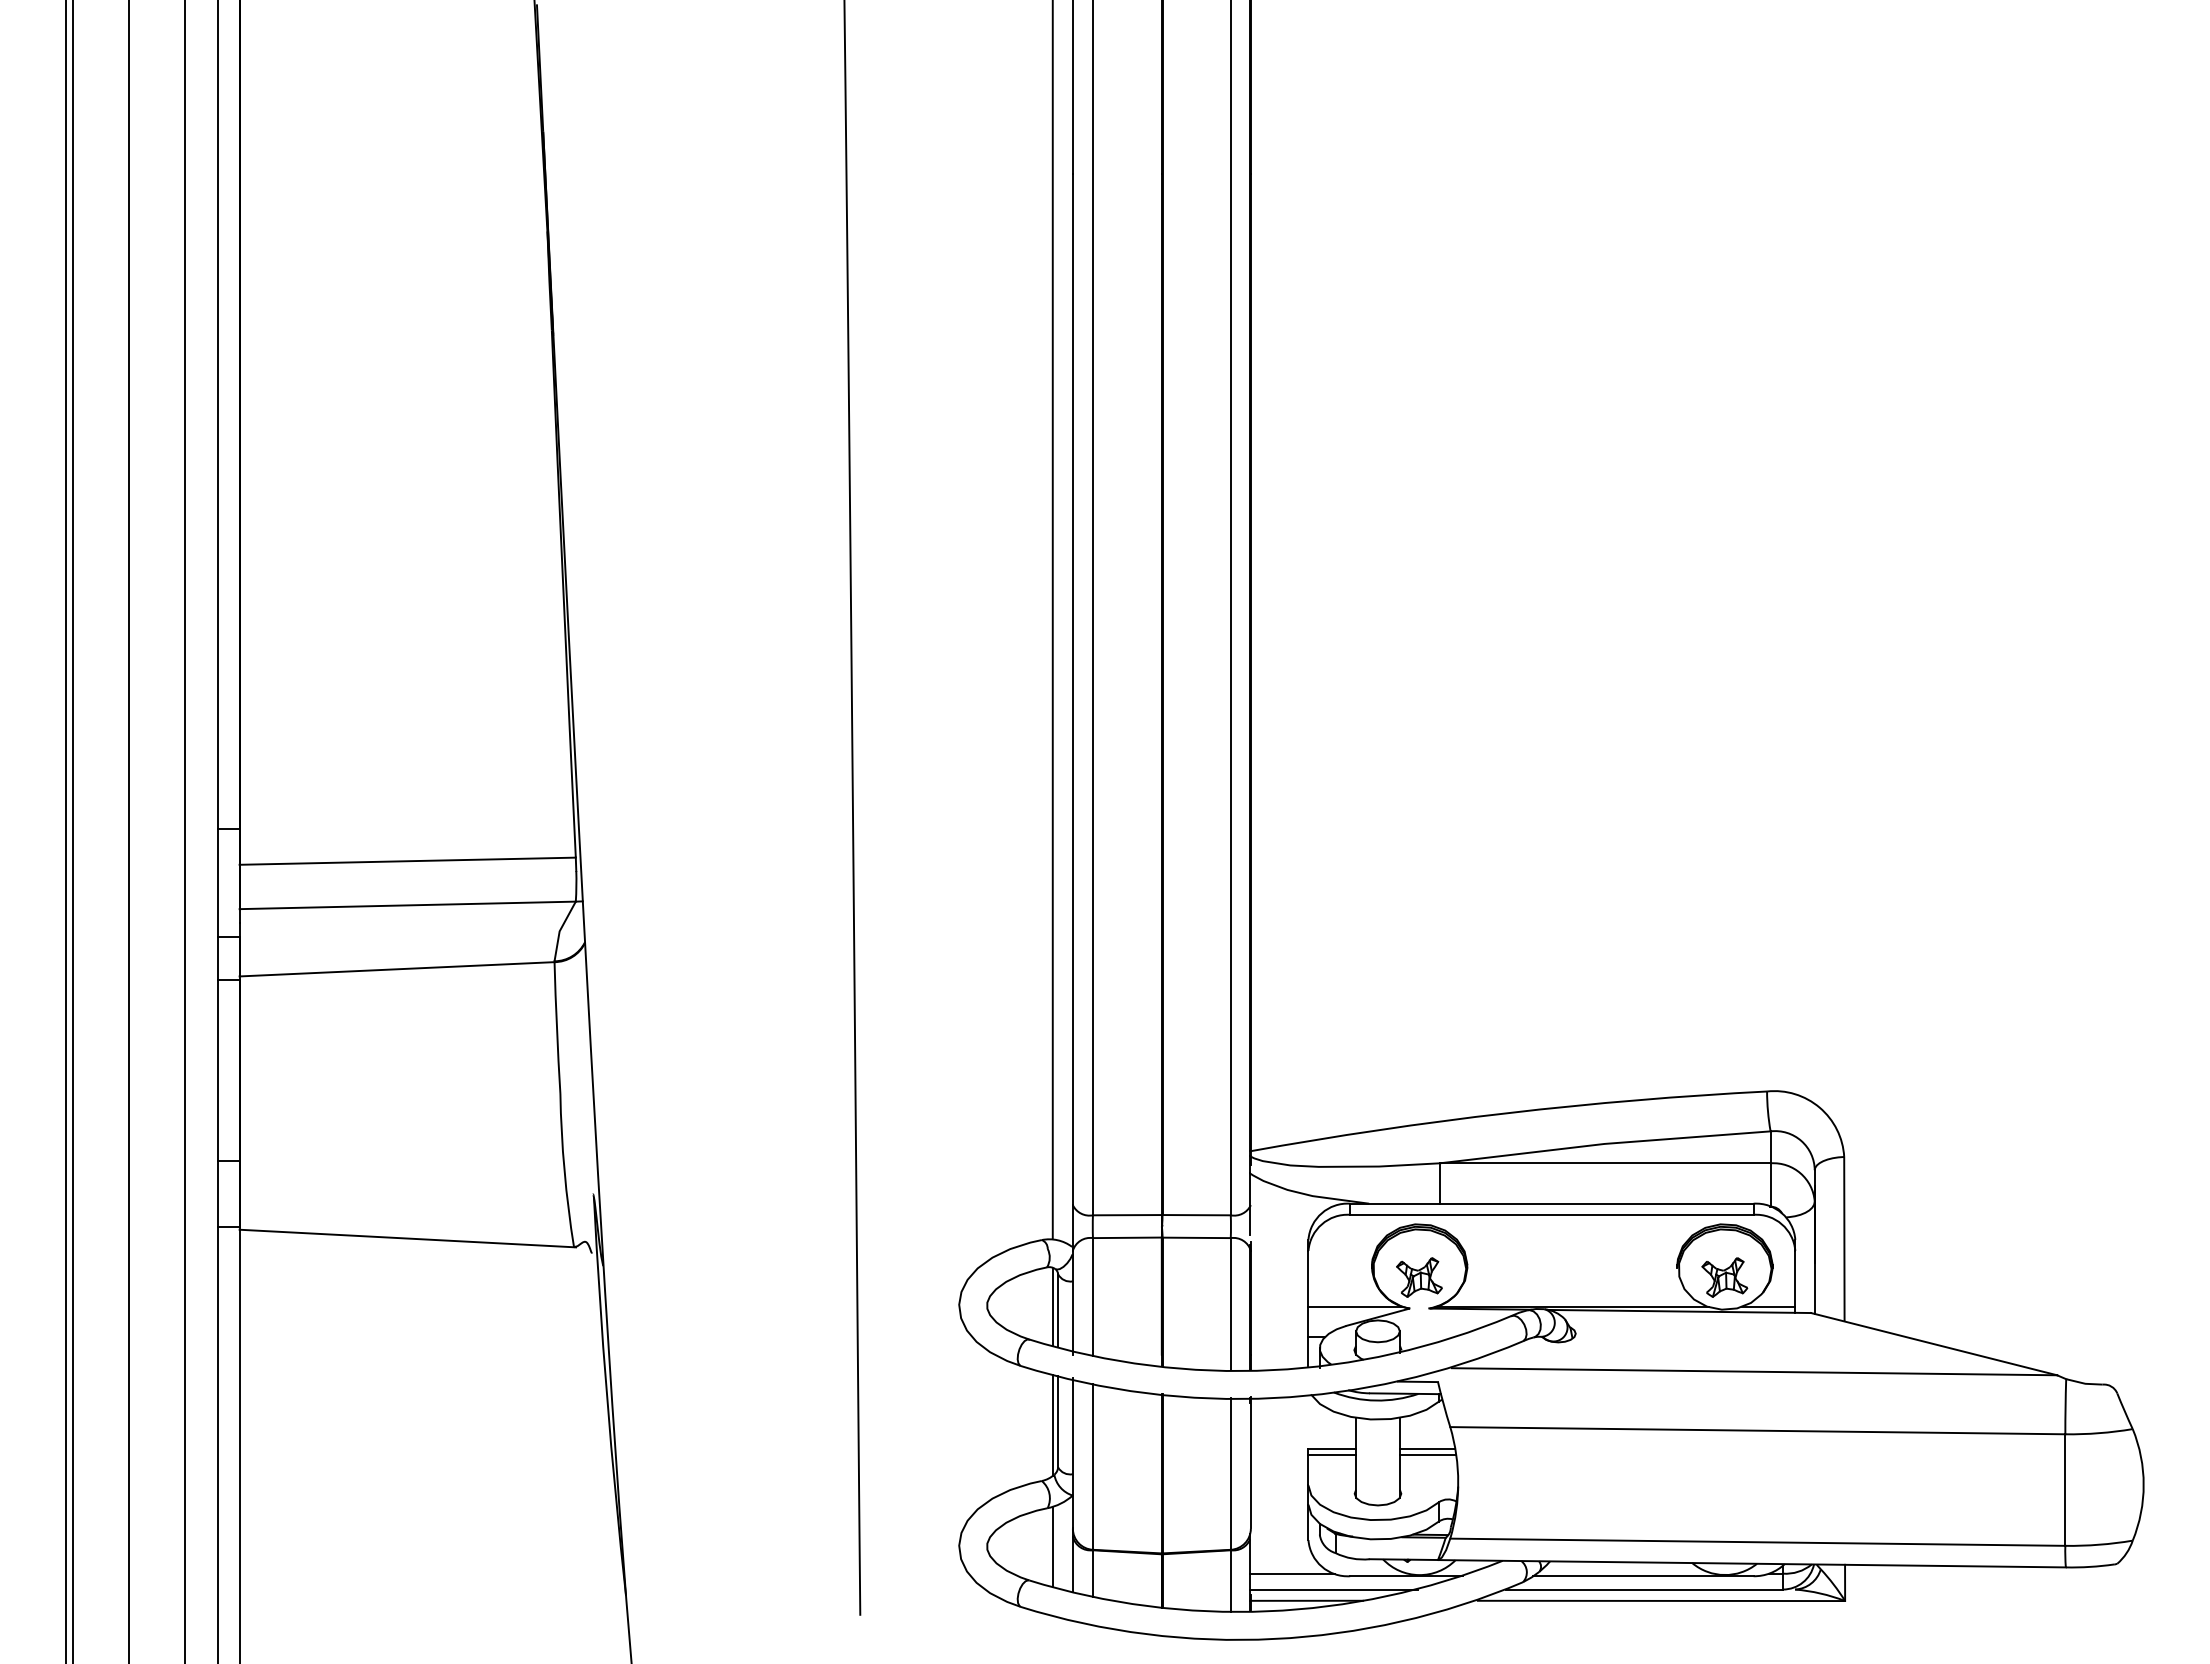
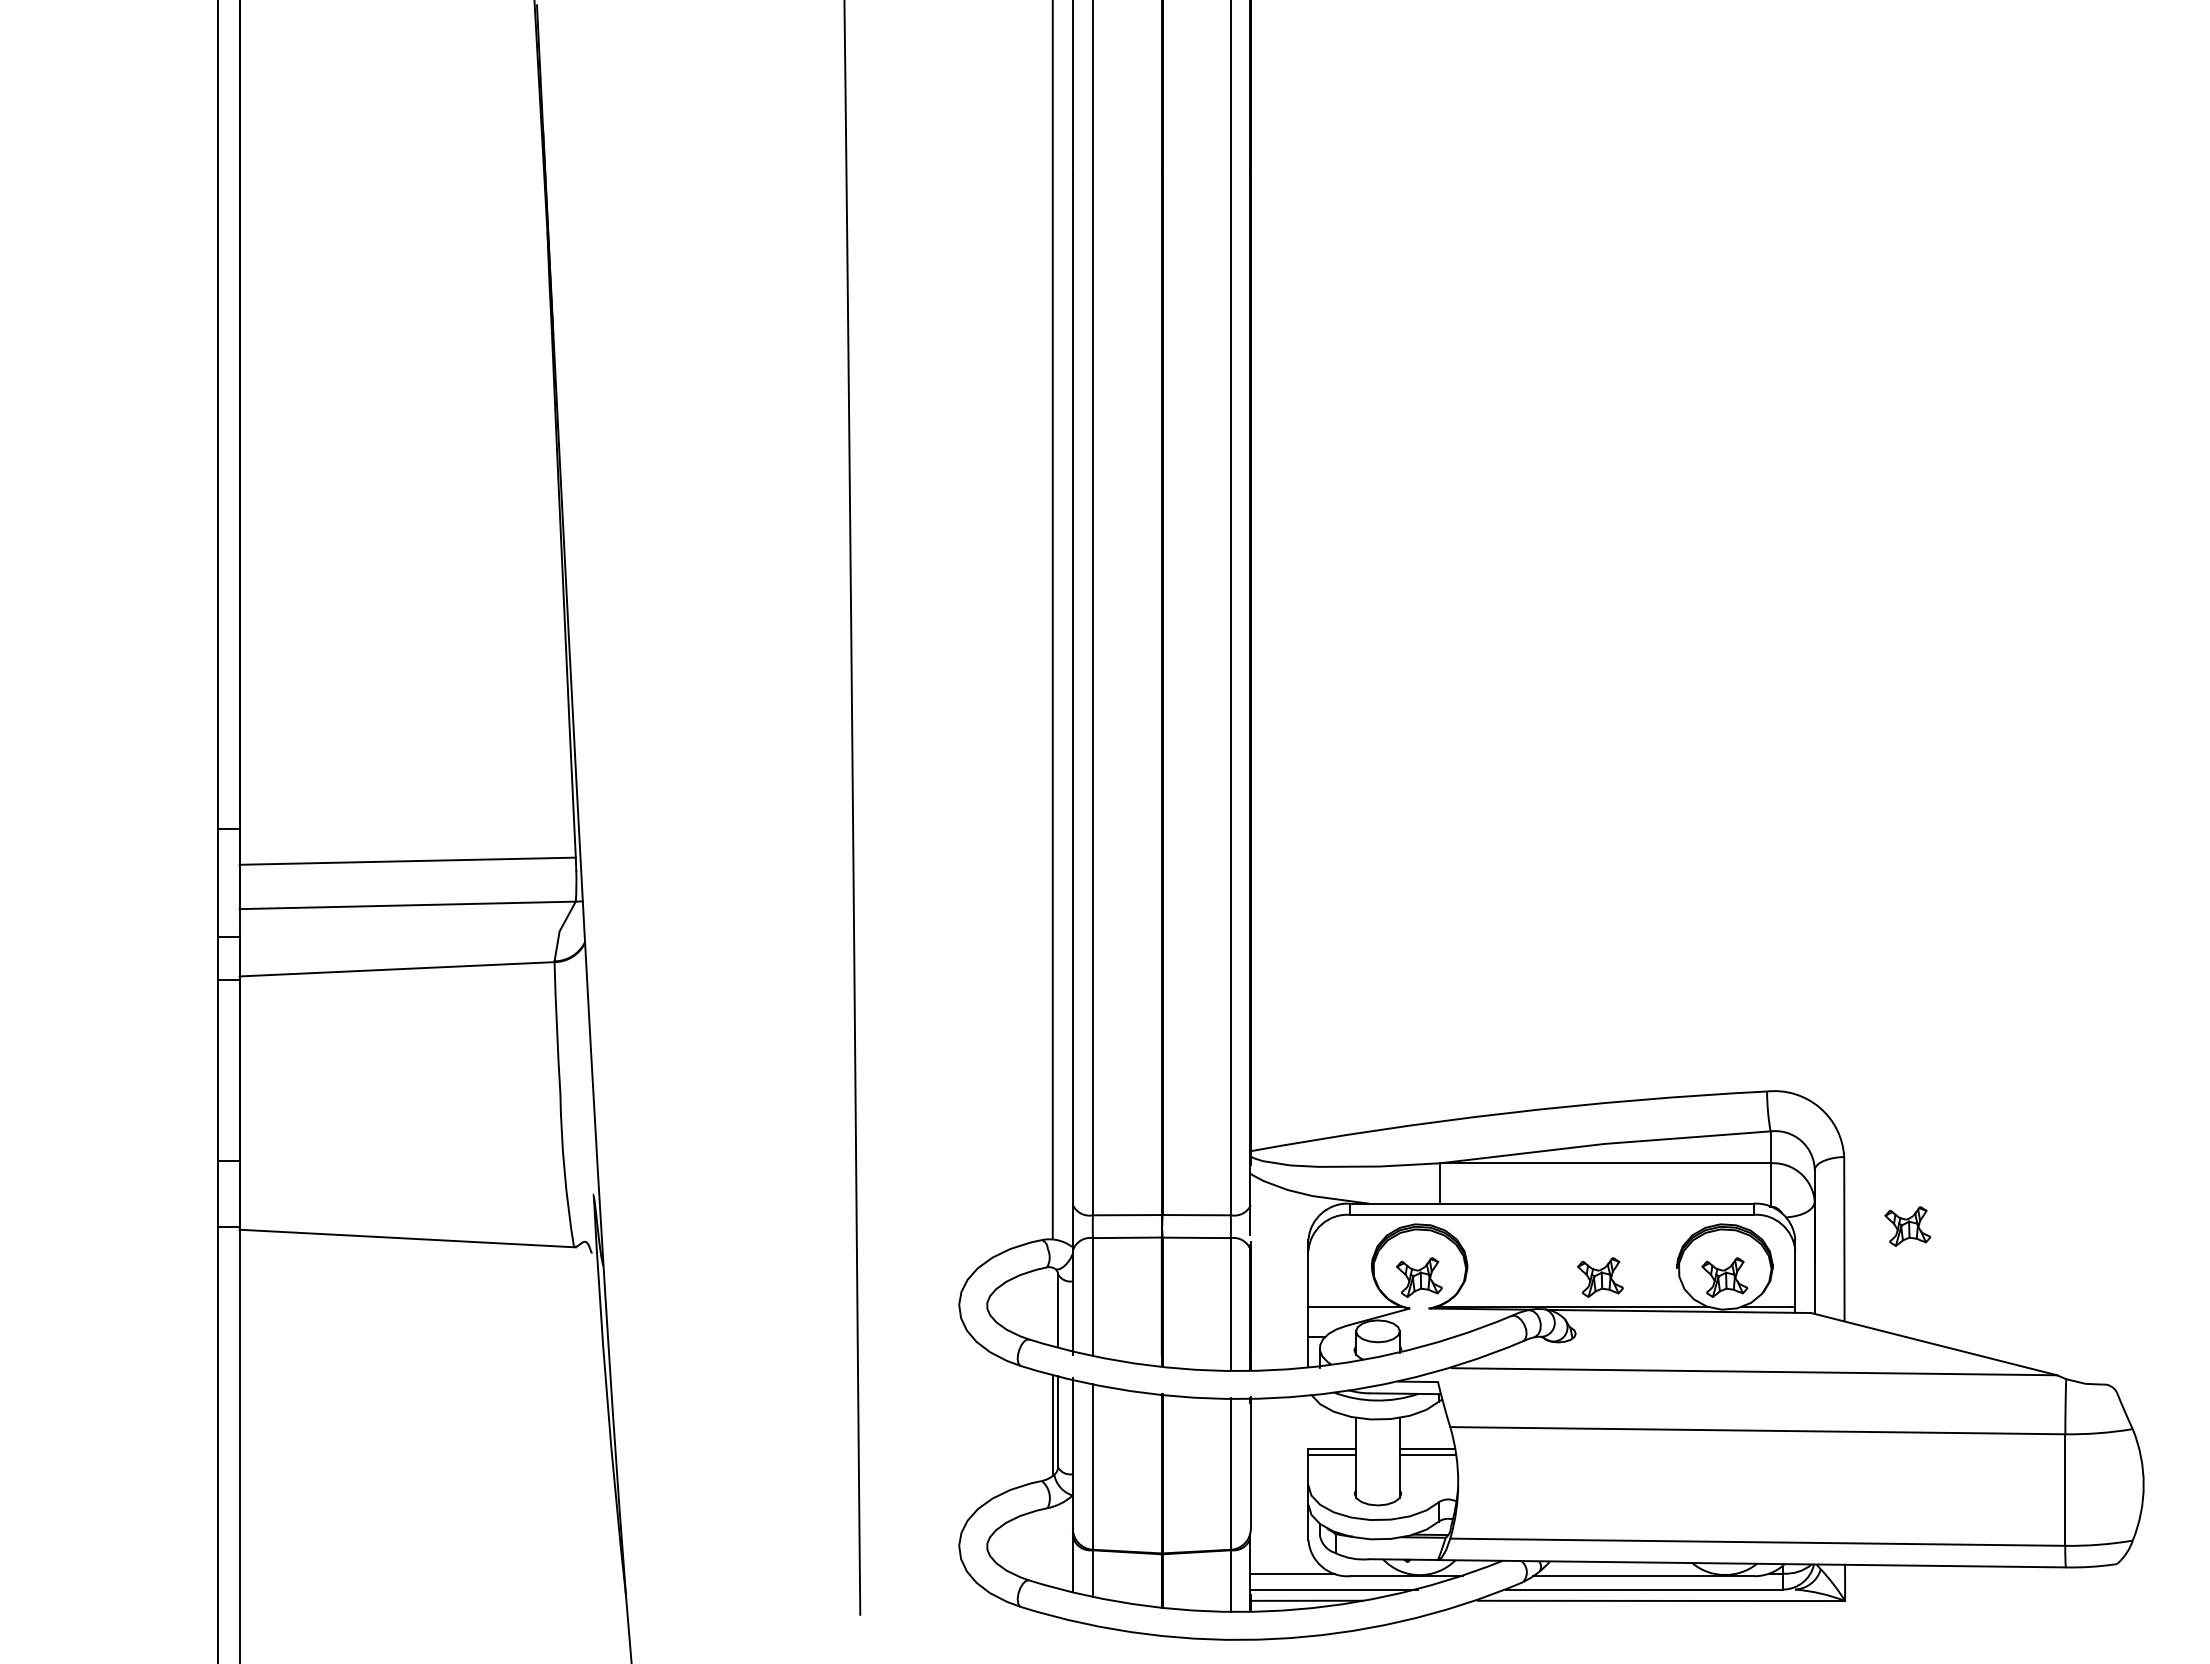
line at (66, 831): present -> none
line at (72, 831): present -> none
line at (129, 831): present -> none
line at (185, 831): present -> none
part at (1907, 1226): none -> present
part at (1600, 1277): none -> present
line at (1052, 1307): present -> none
line at (1052, 1546): present -> none
